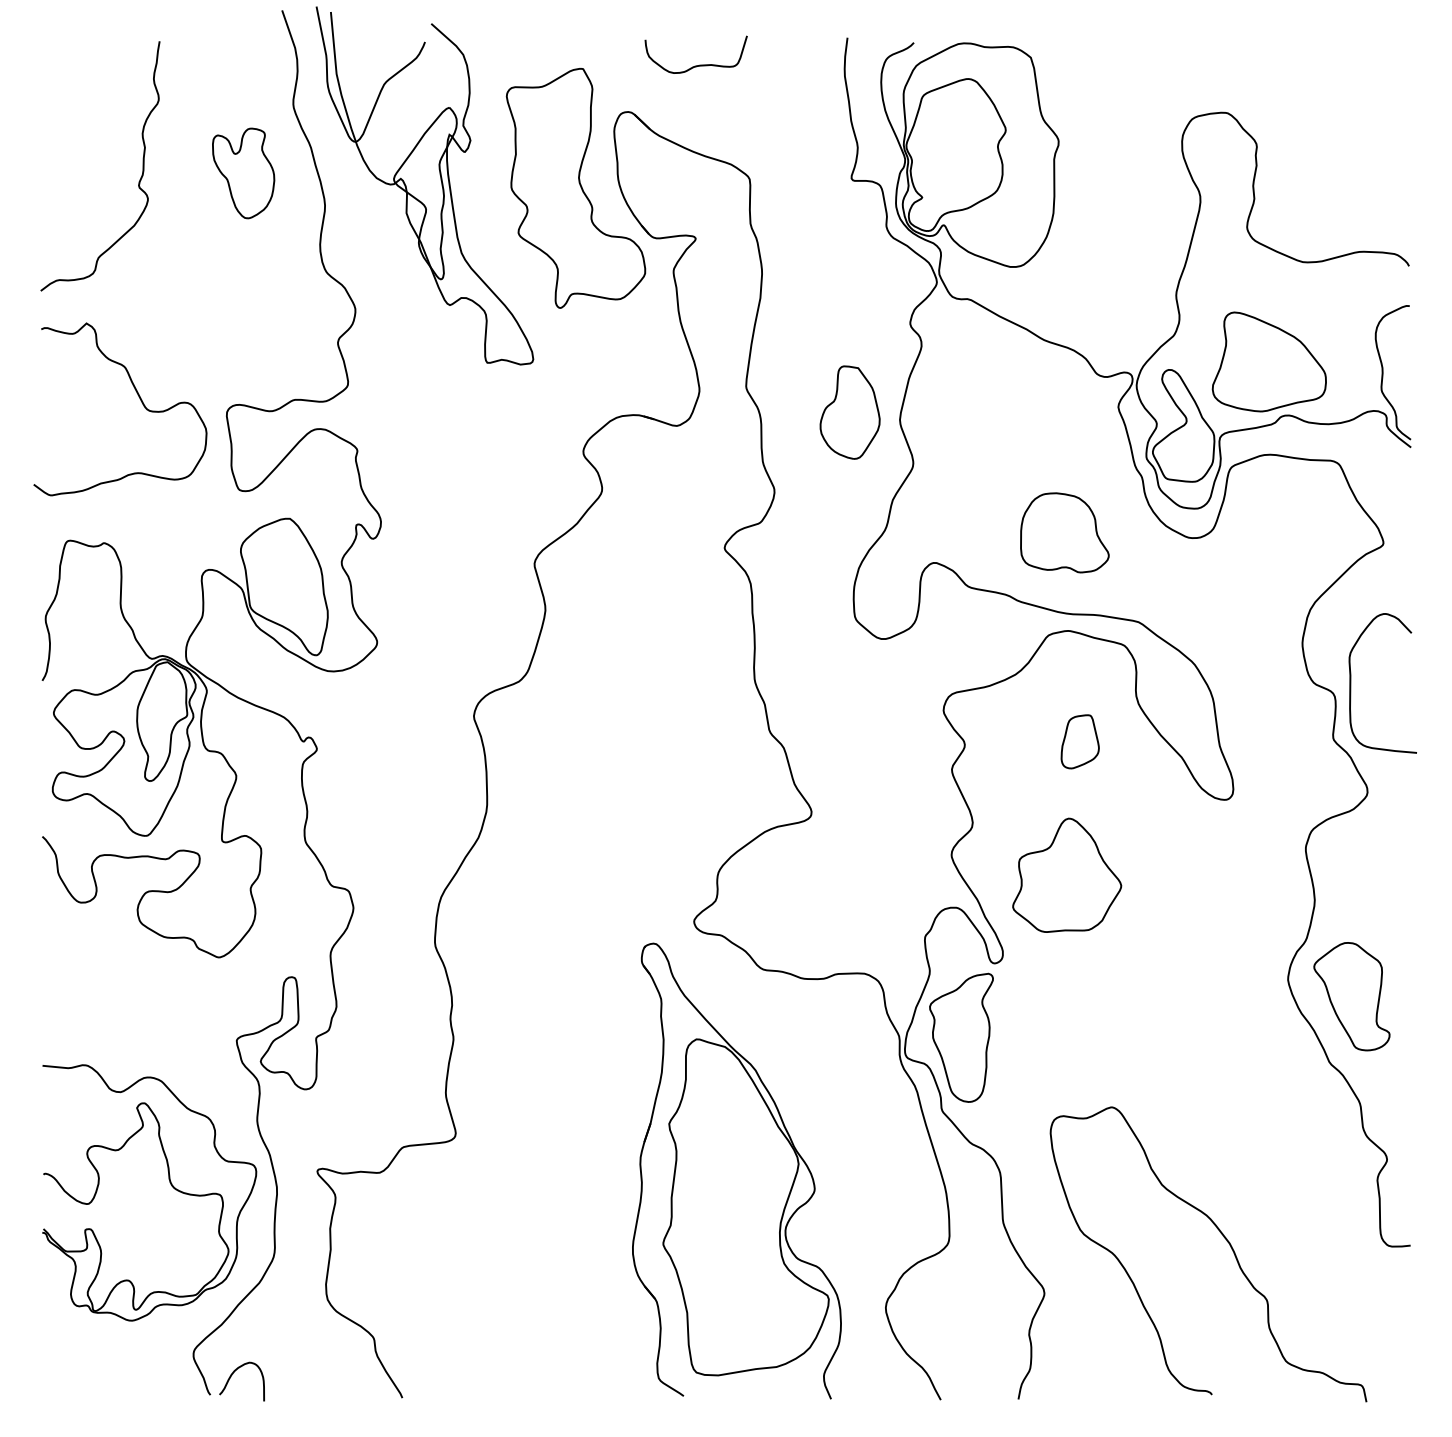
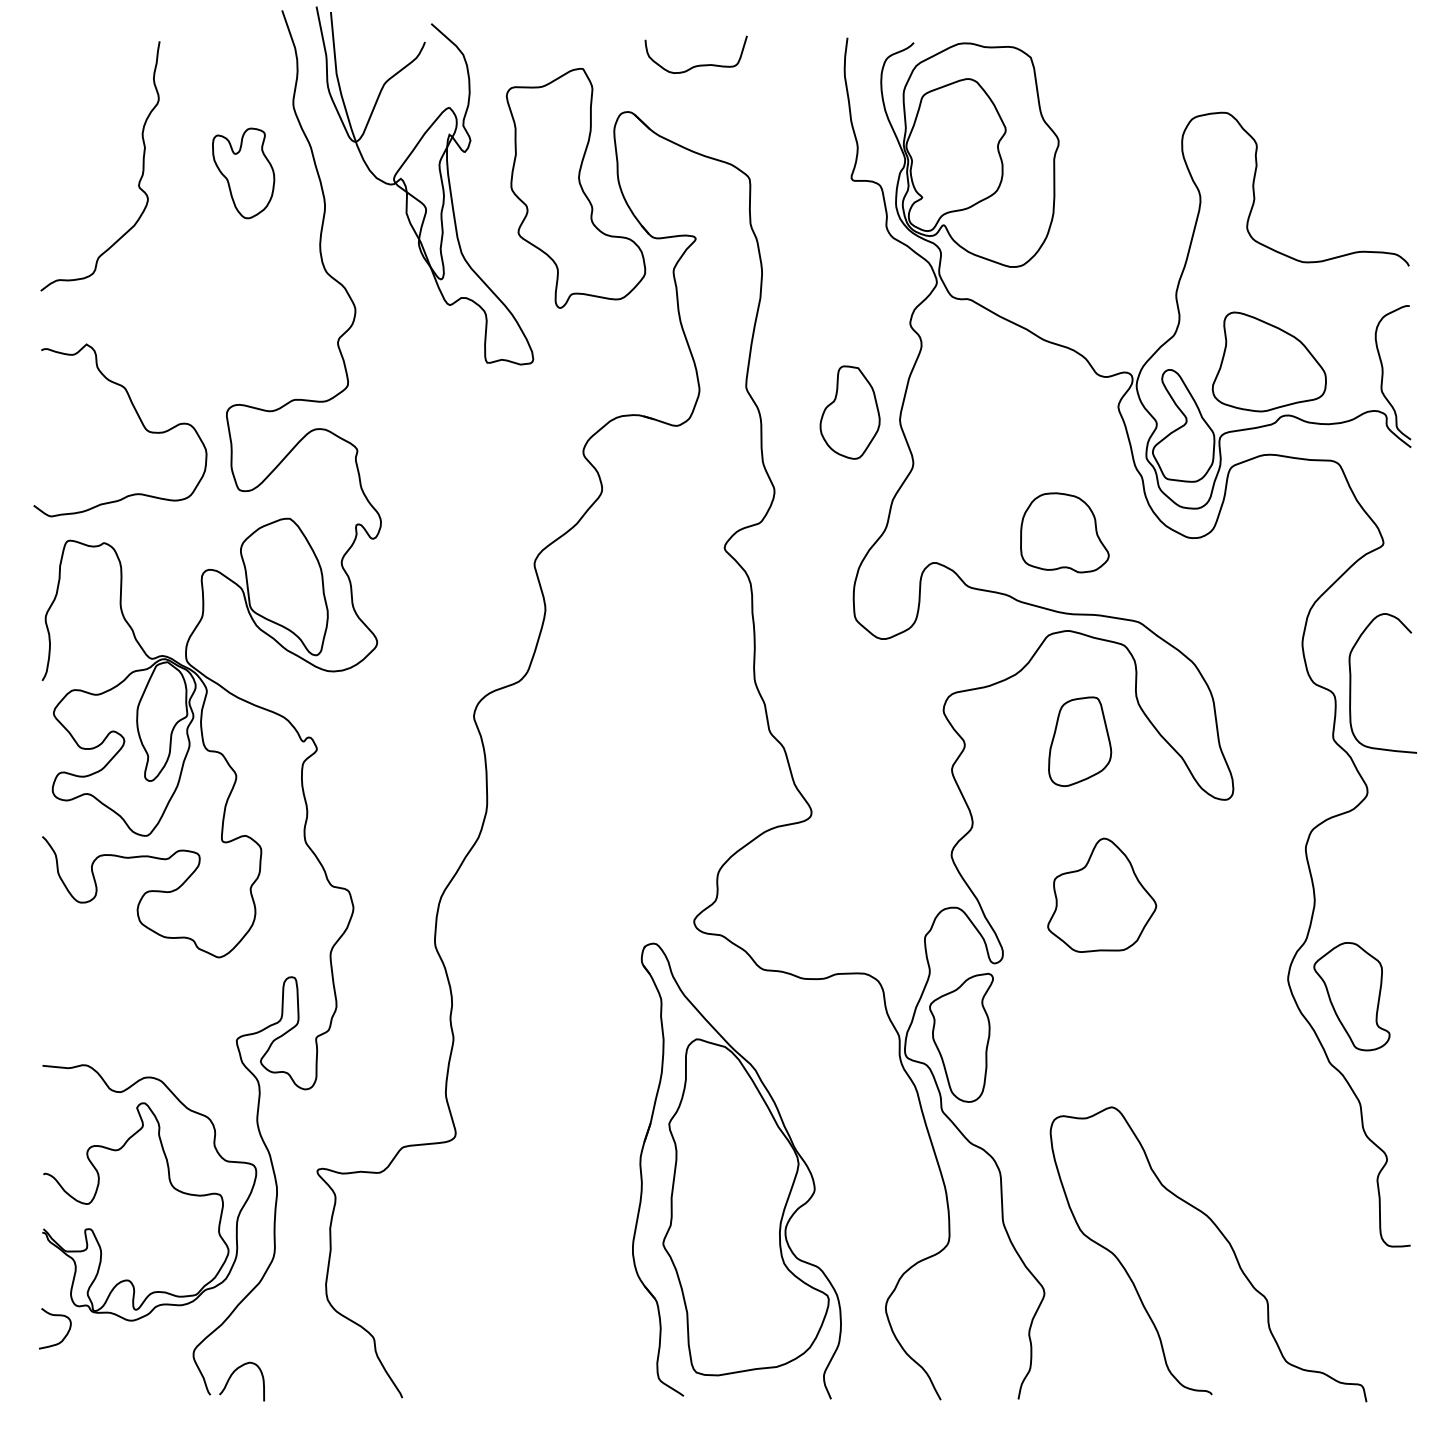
curve at (138, 397) position: (138, 397) -> (138, 418)
part at (1079, 741) size: 40x56 px -> 65x92 px
part at (1067, 874) position: (1067, 874) -> (1102, 894)
curve at (55, 1316): none -> present
